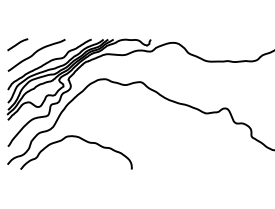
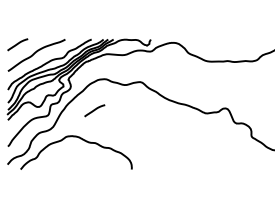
line at (94, 110): none -> present
